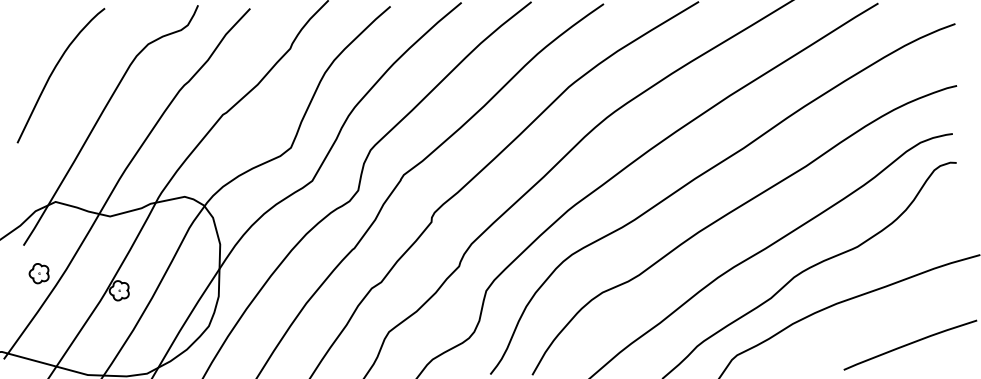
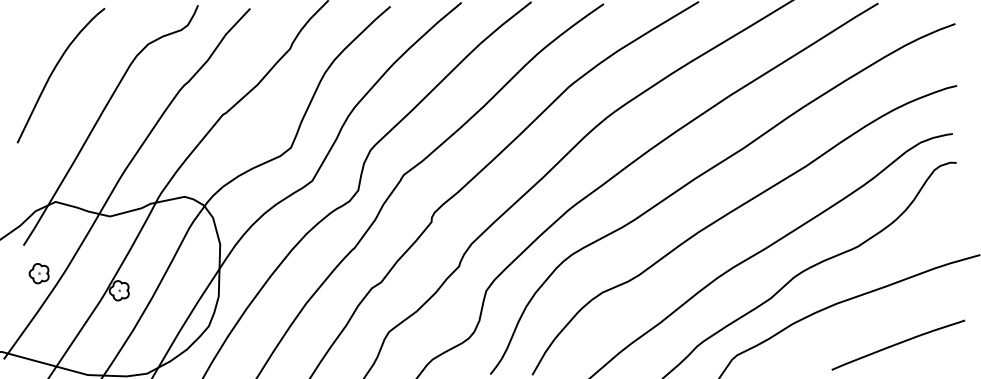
curve at (910, 344) position: (910, 344) -> (898, 344)
